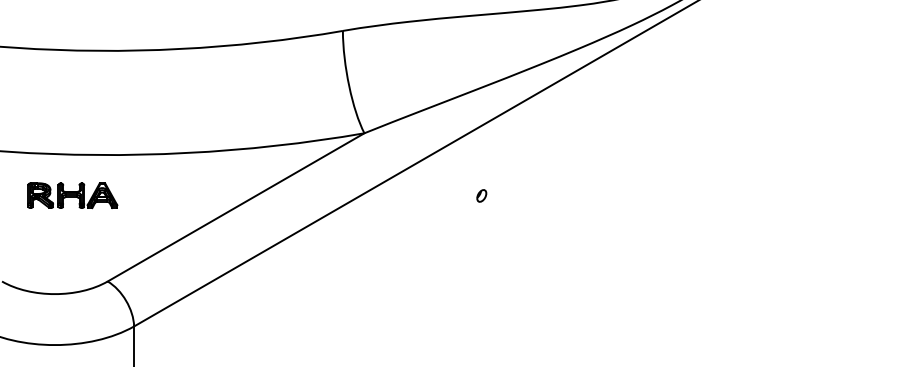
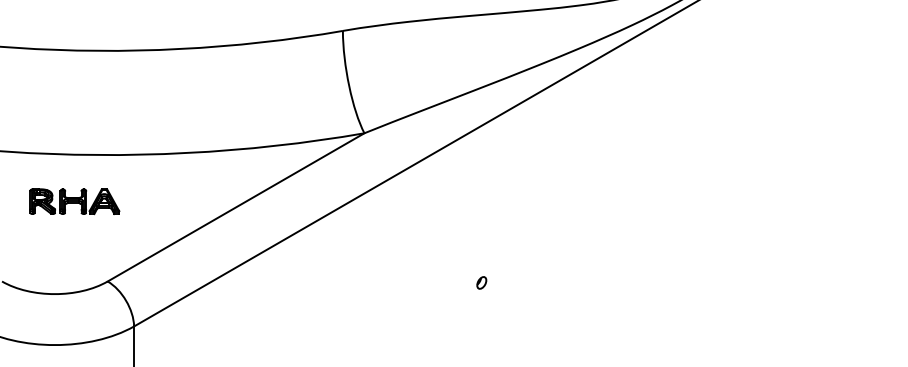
part at (72, 195) position: (72, 195) -> (74, 201)
part at (481, 195) position: (481, 195) -> (481, 282)
